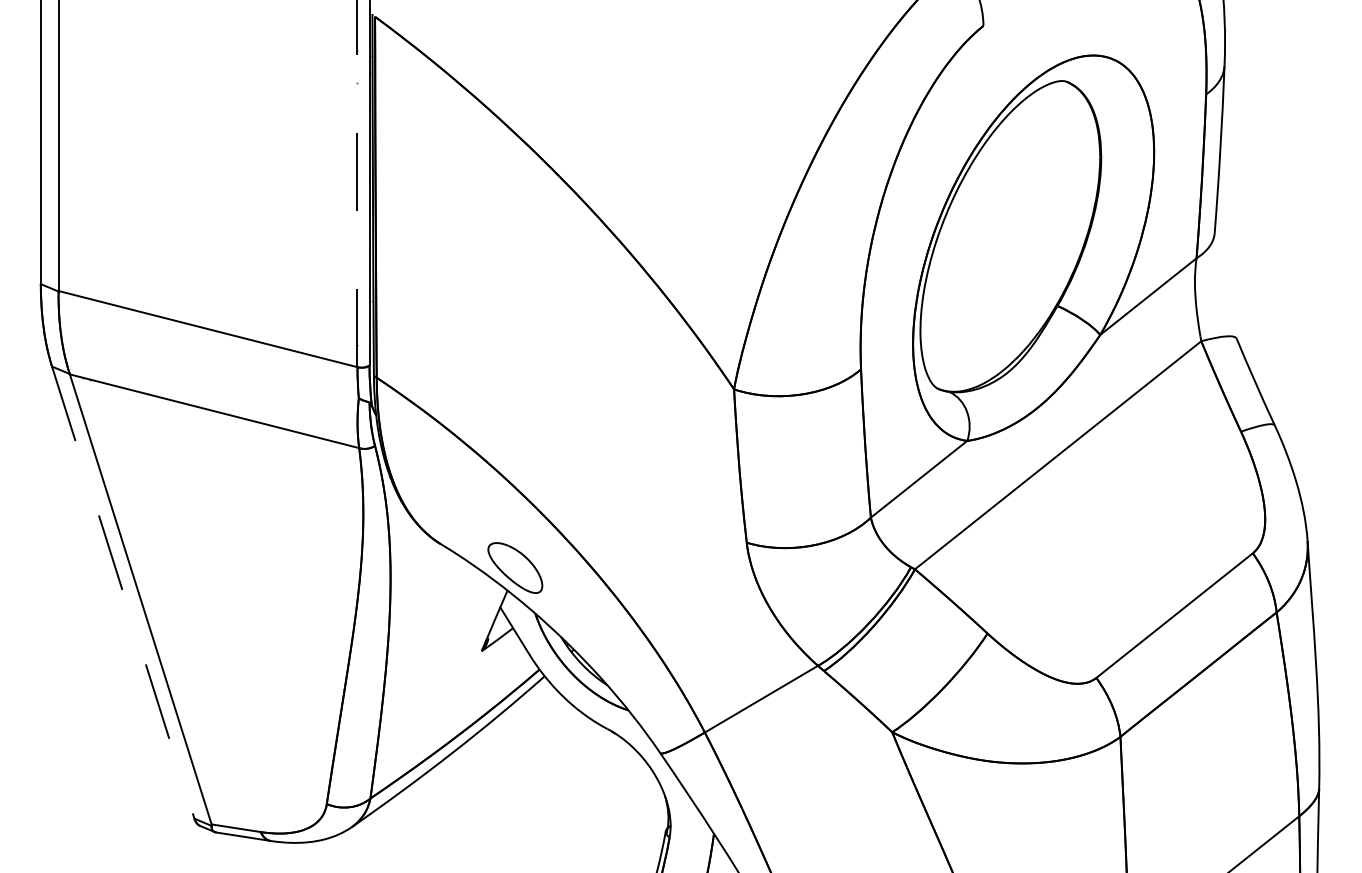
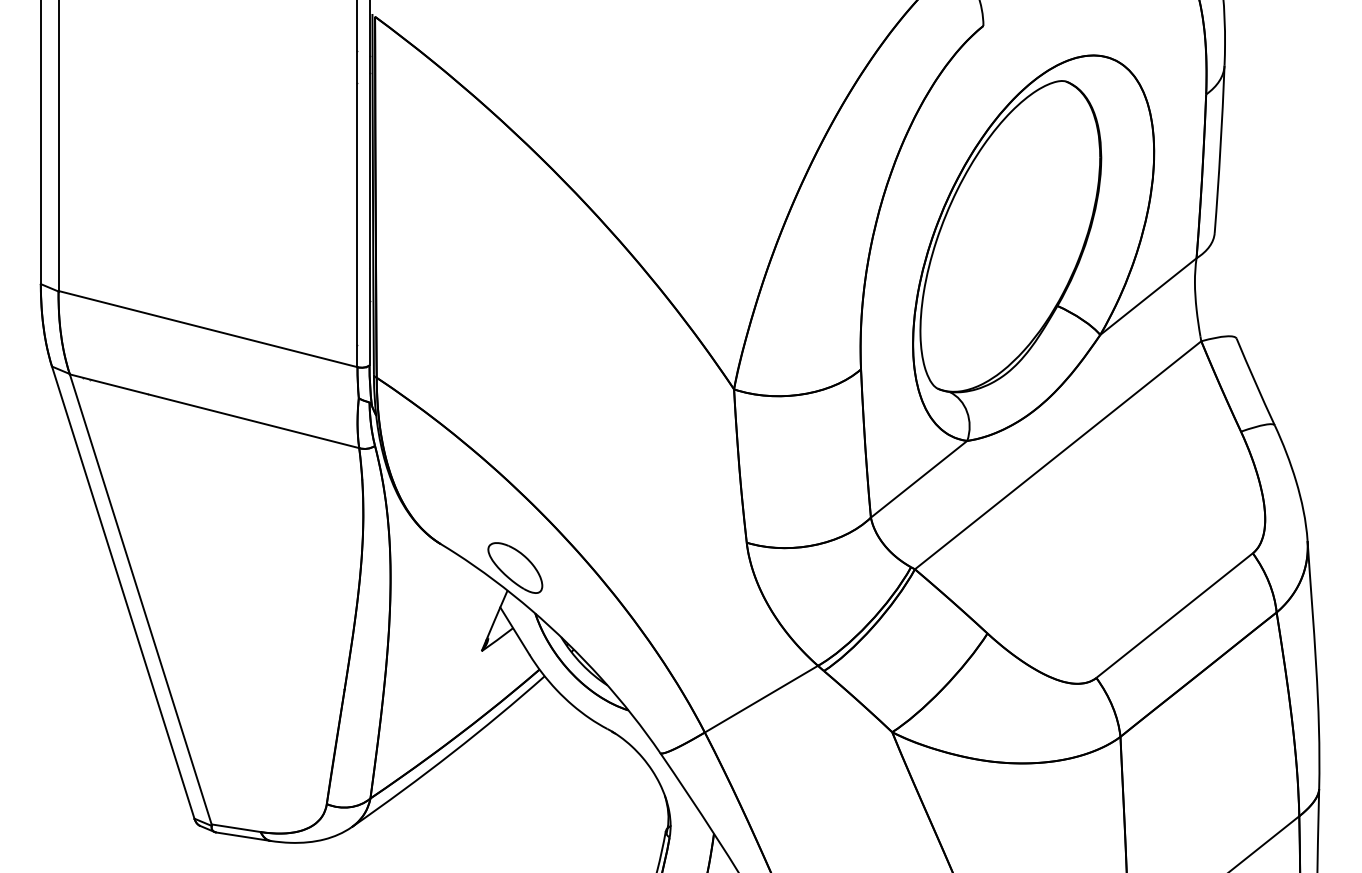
line at (357, 183): dashed -> solid
line at (123, 593): dashed -> solid
